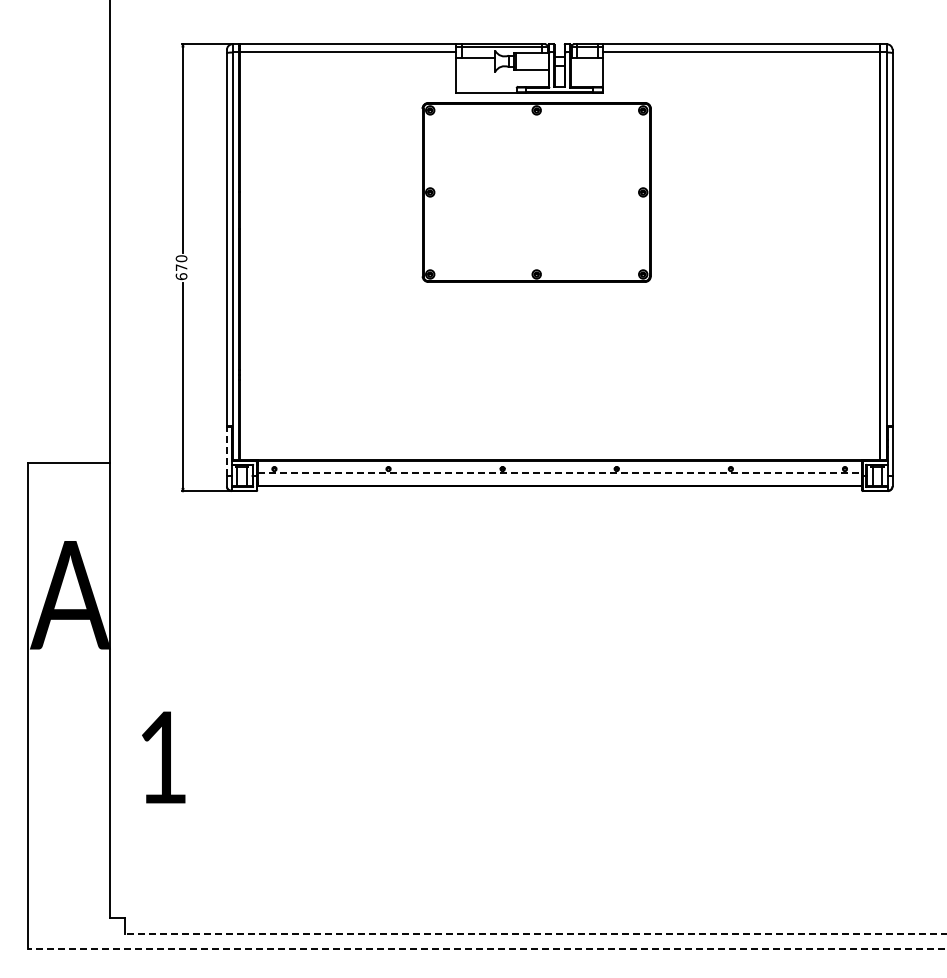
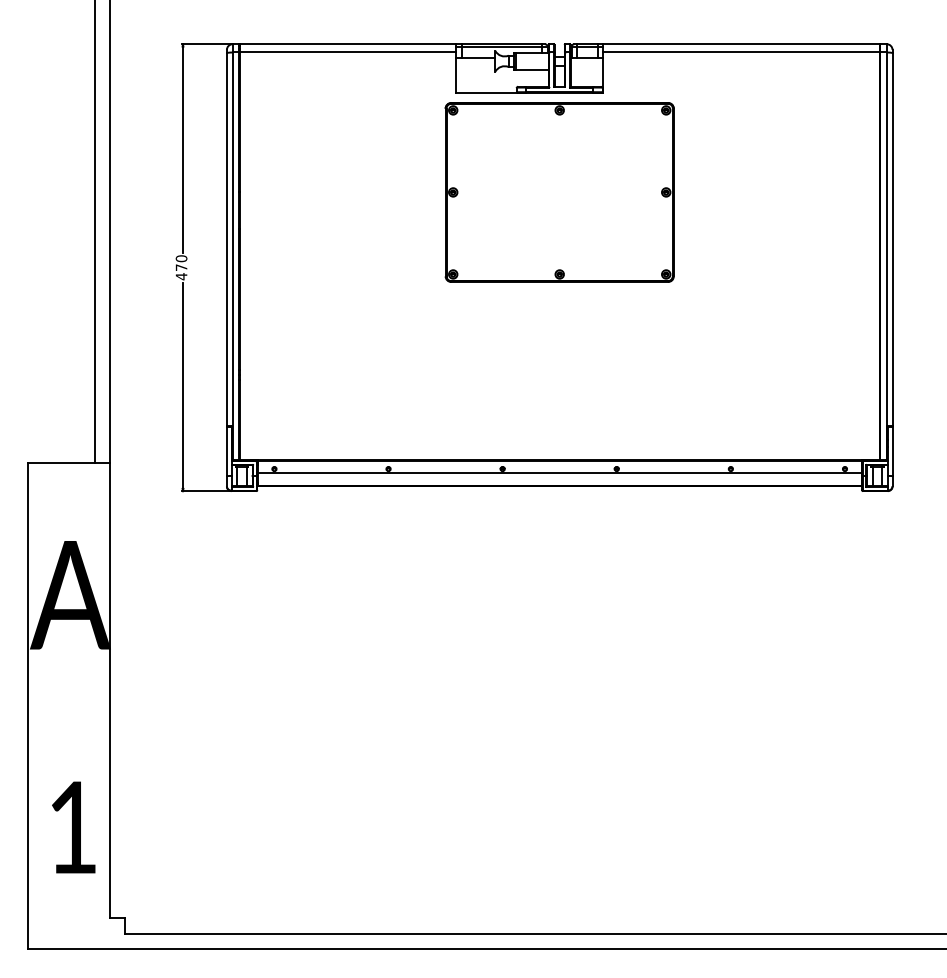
part at (536, 192) position: (536, 192) -> (559, 192)
line at (94, 232): none -> present
text at (181, 276): 670 -> 470
line at (226, 451): dashed -> solid
line at (559, 473): dashed -> solid
text at (163, 757) position: (163, 757) -> (73, 827)
line at (535, 933): dashed -> solid
line at (487, 948): dashed -> solid
